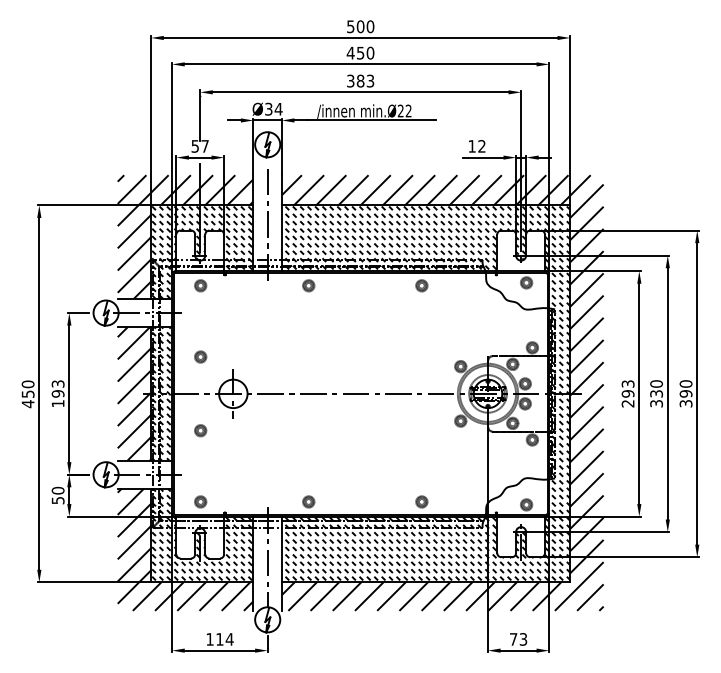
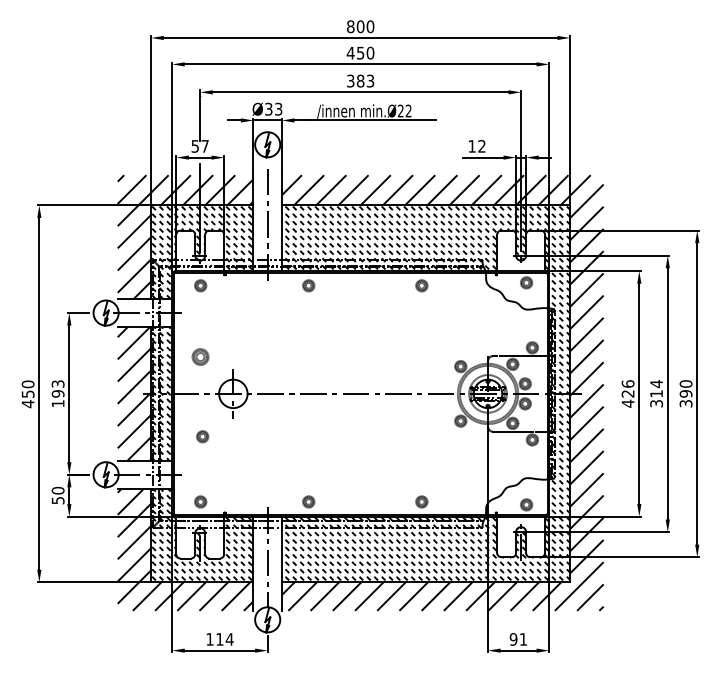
text at (350, 26): 500 -> 800
text at (278, 108): Ø34 -> Ø33
part at (200, 356) size: 14x14 px -> 19x18 px
text at (656, 388): 330 -> 314
text at (627, 393): 293 -> 426
part at (200, 430) position: (200, 430) -> (202, 436)
text at (518, 639): 73 -> 91
